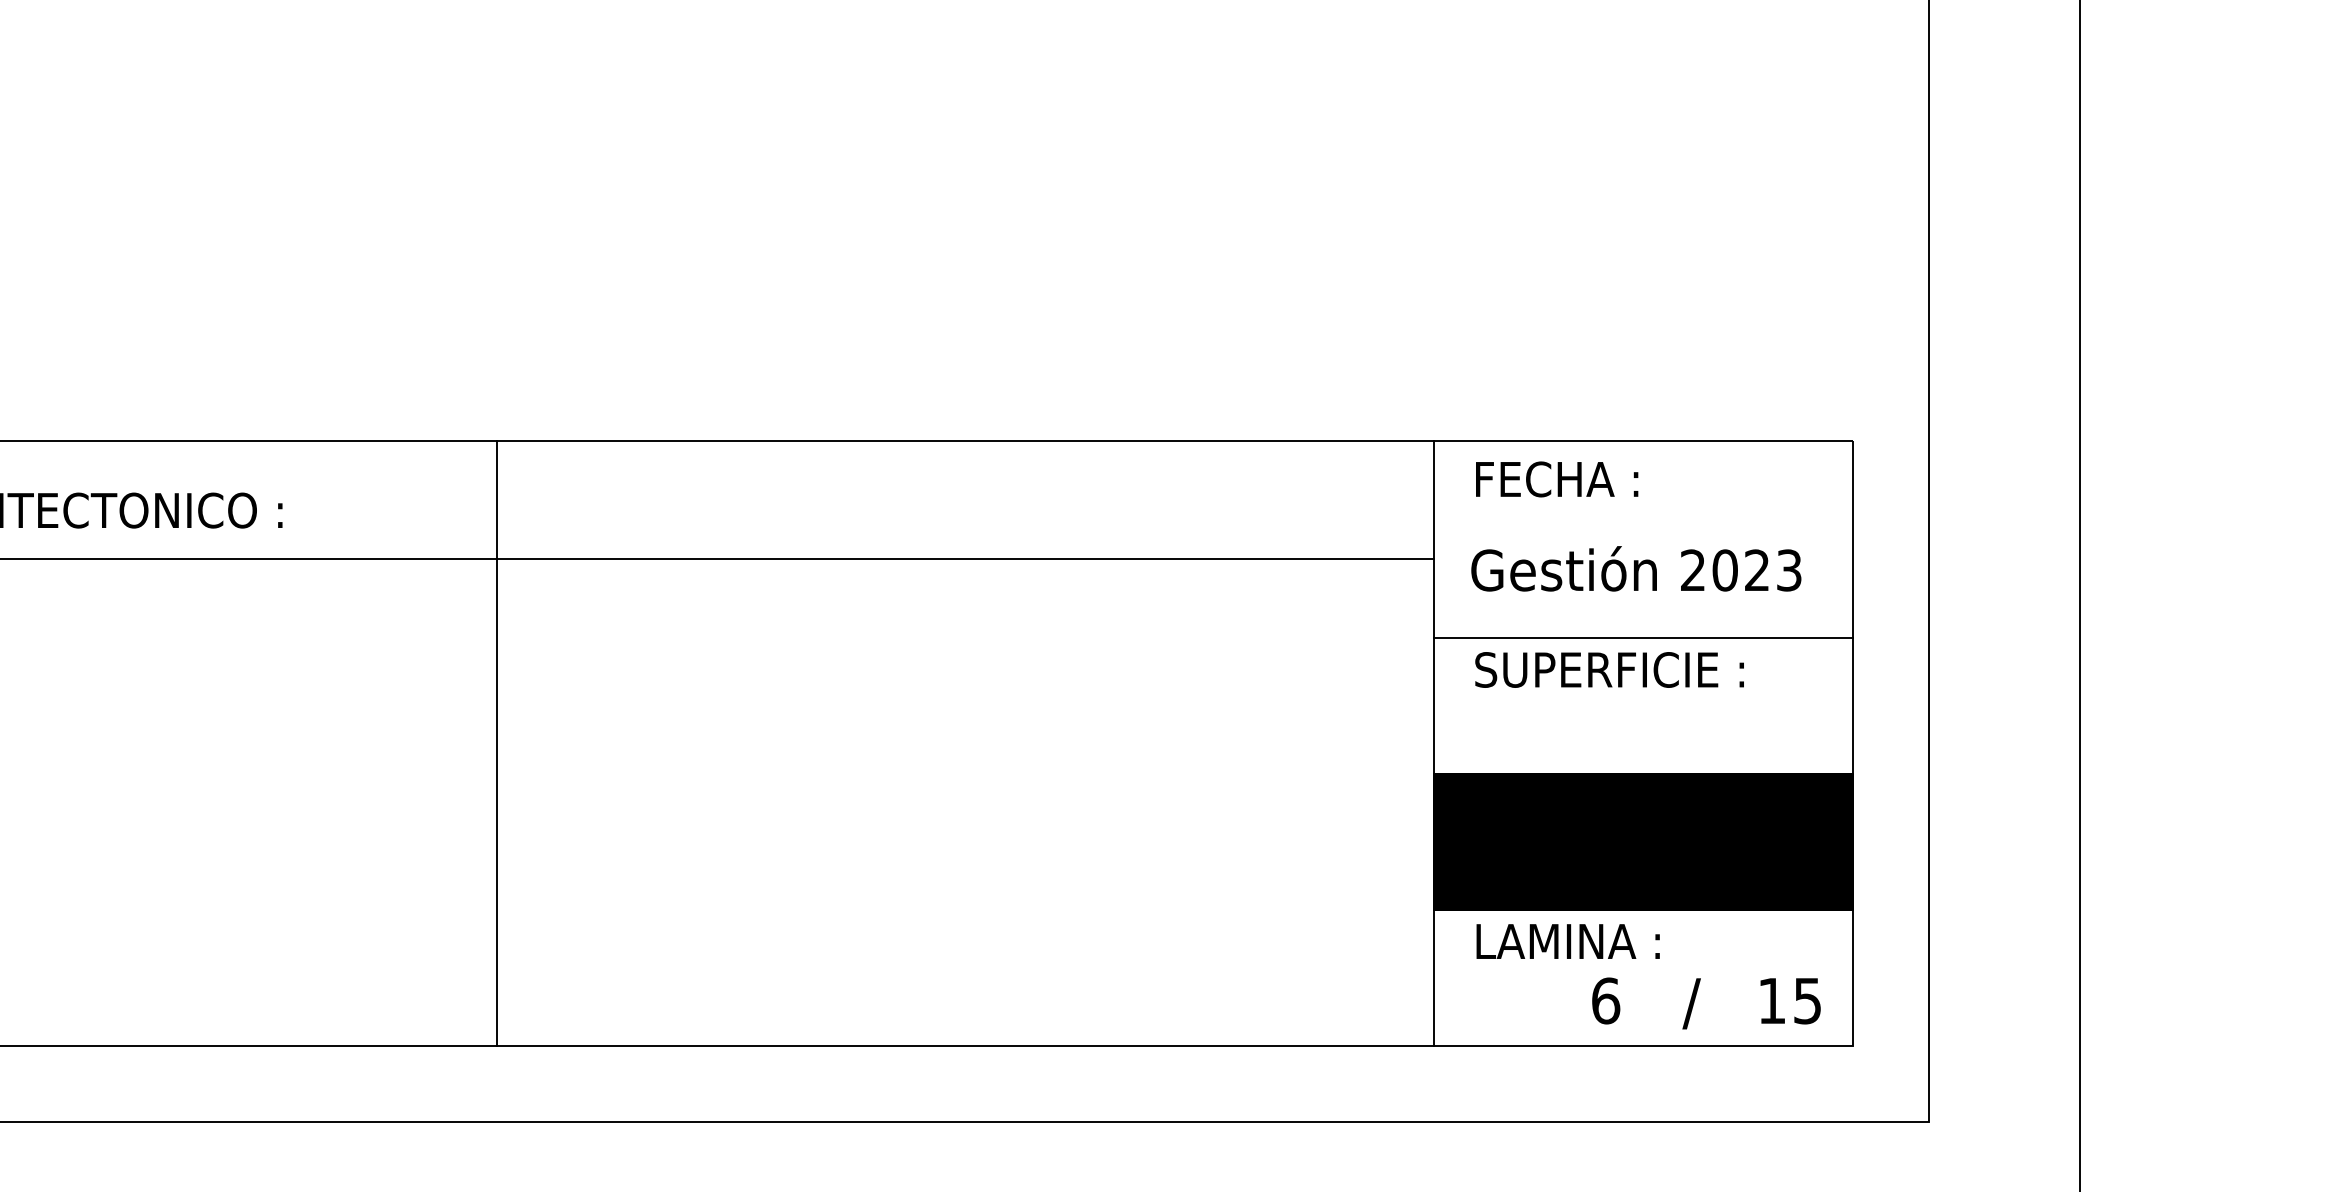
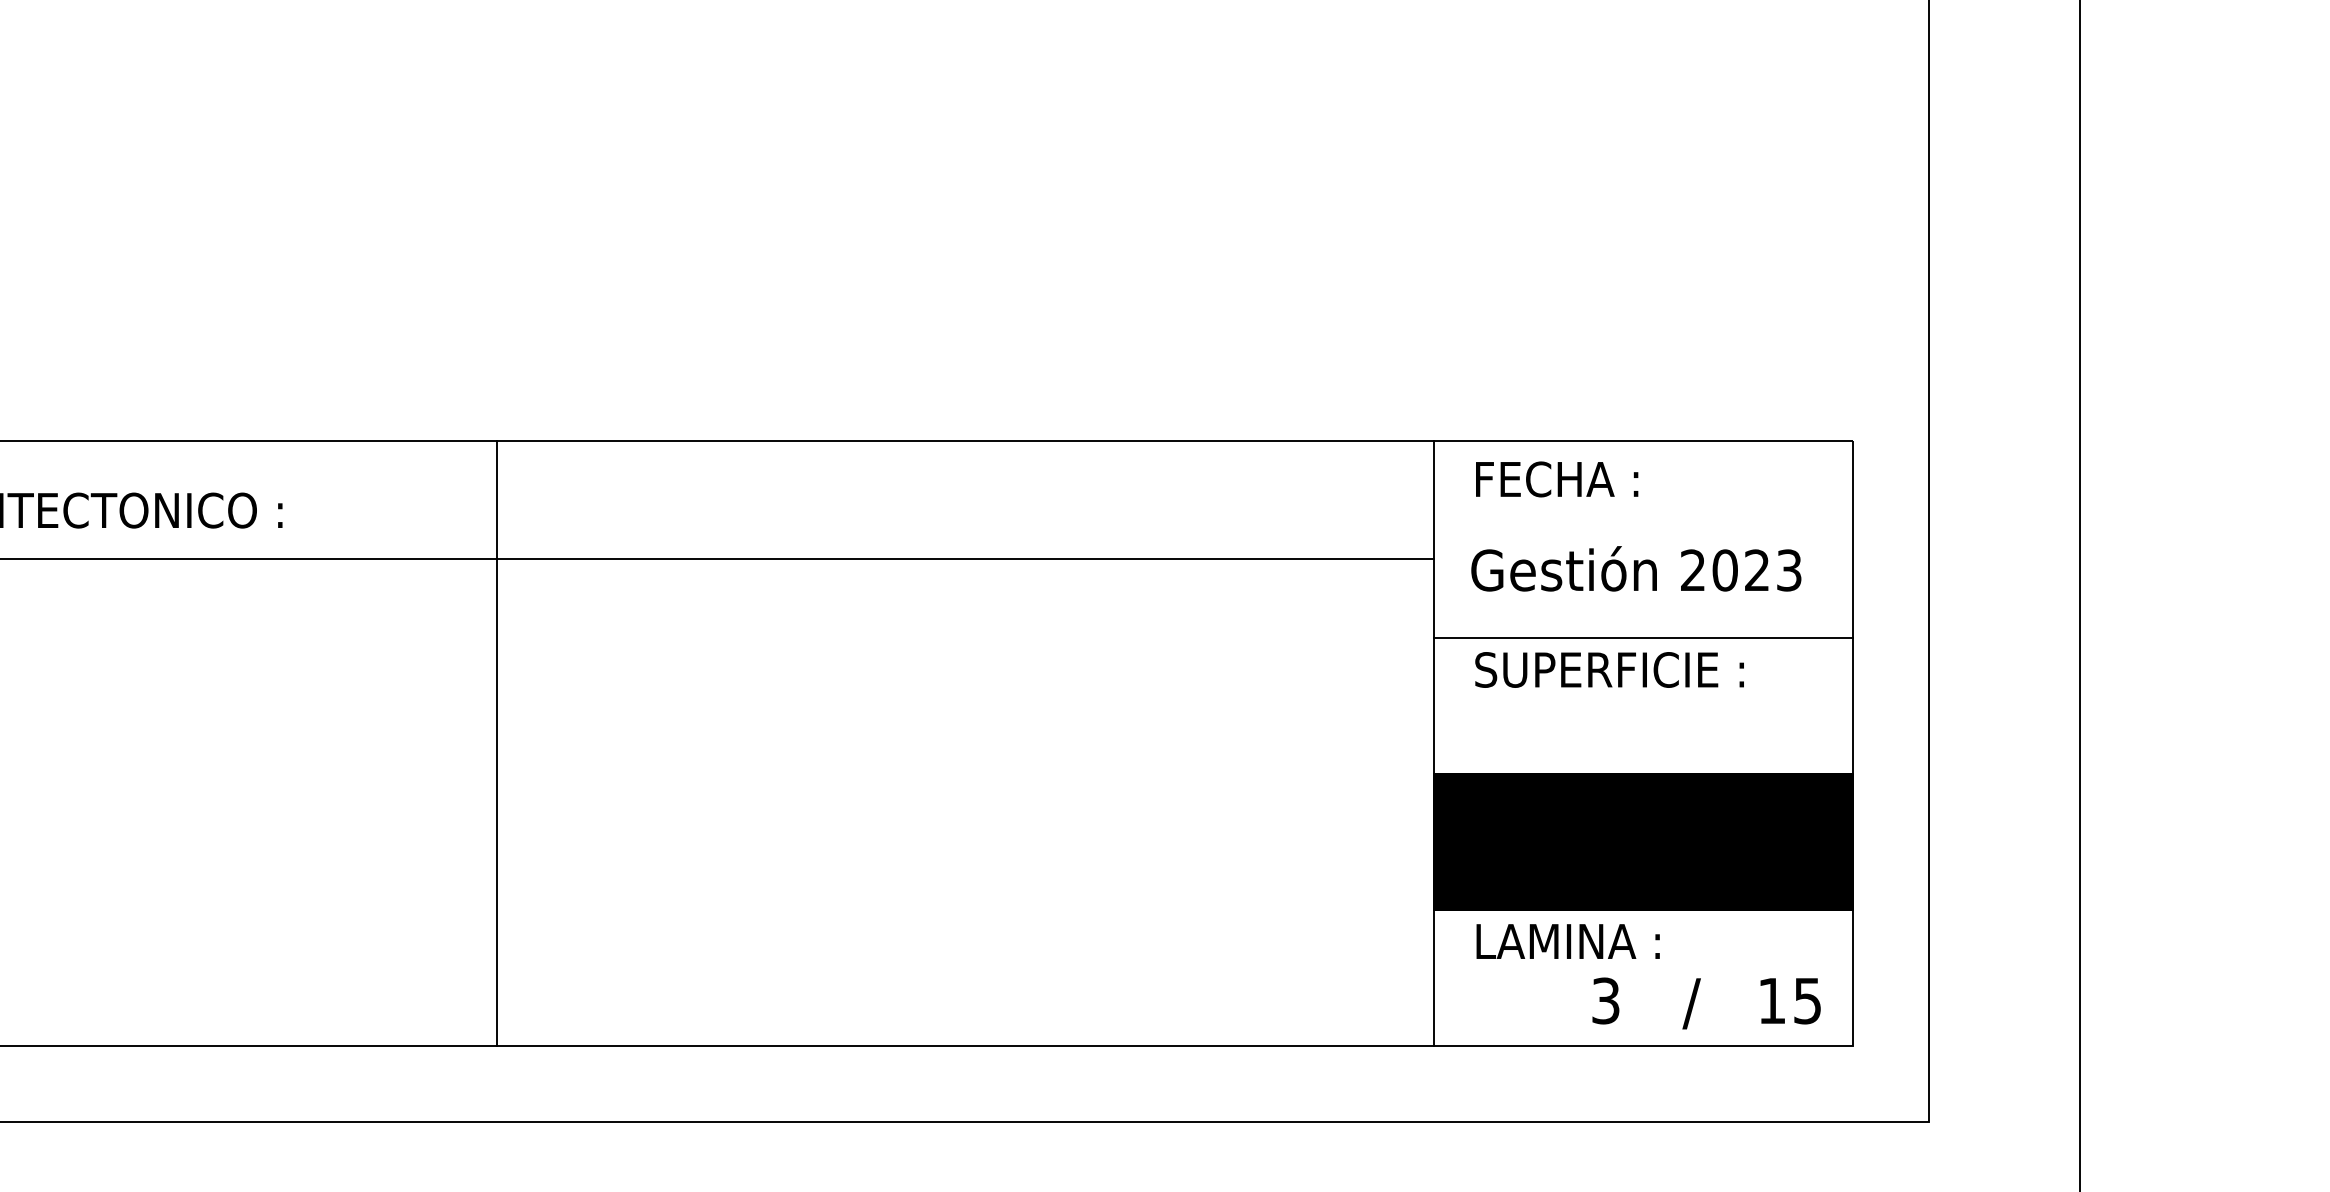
text at (1606, 1000): 6 -> 3
